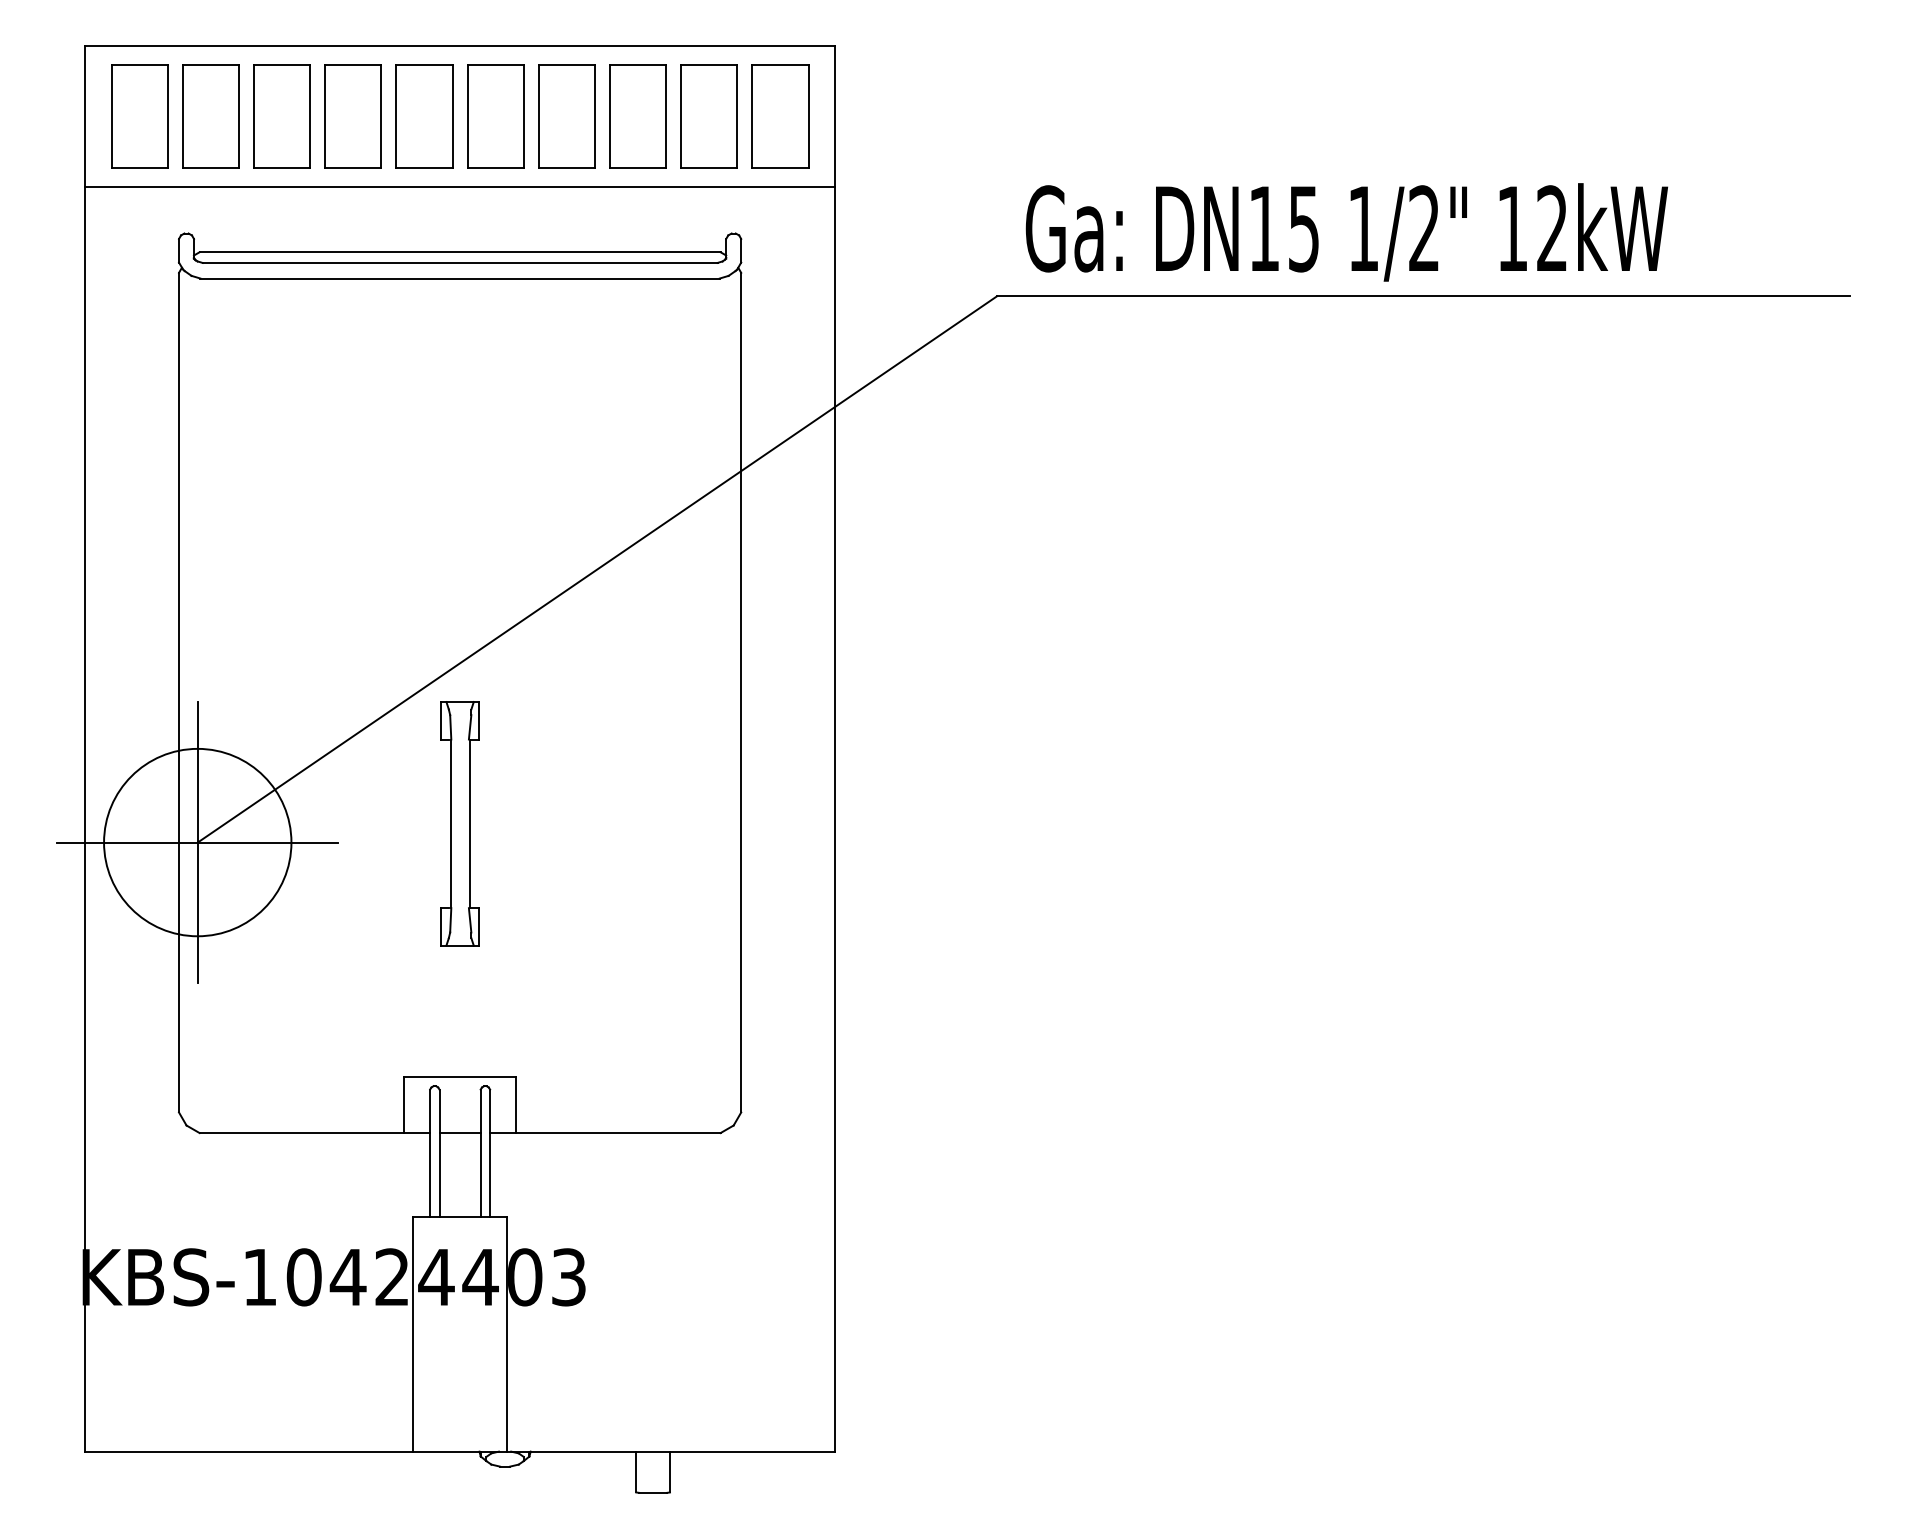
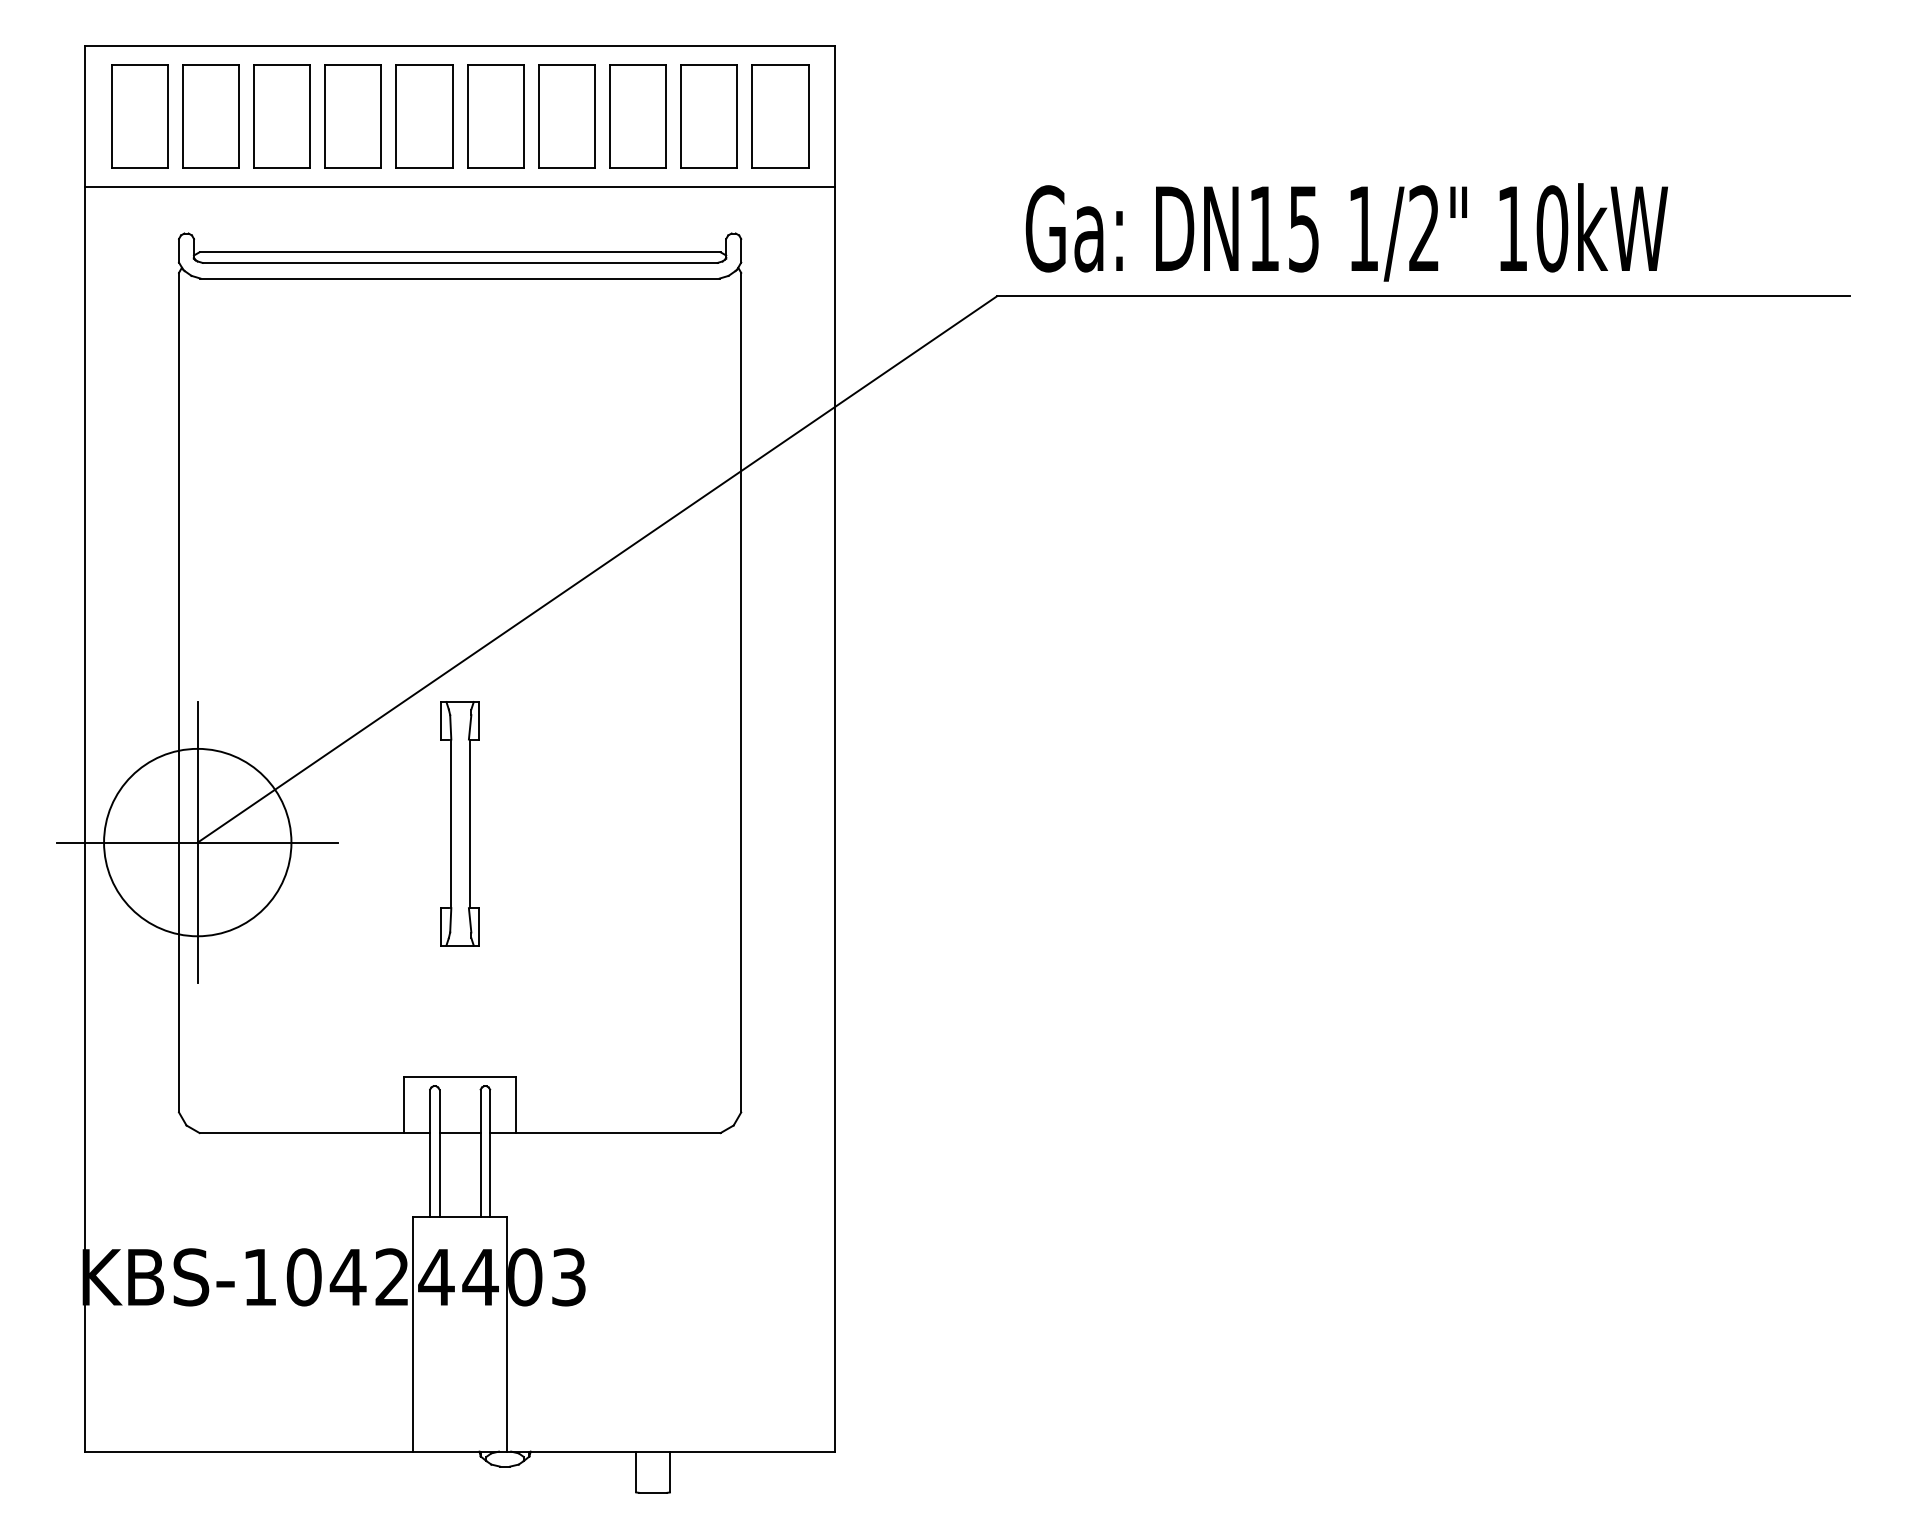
text at (1552, 228): 12kW -> 10kW
